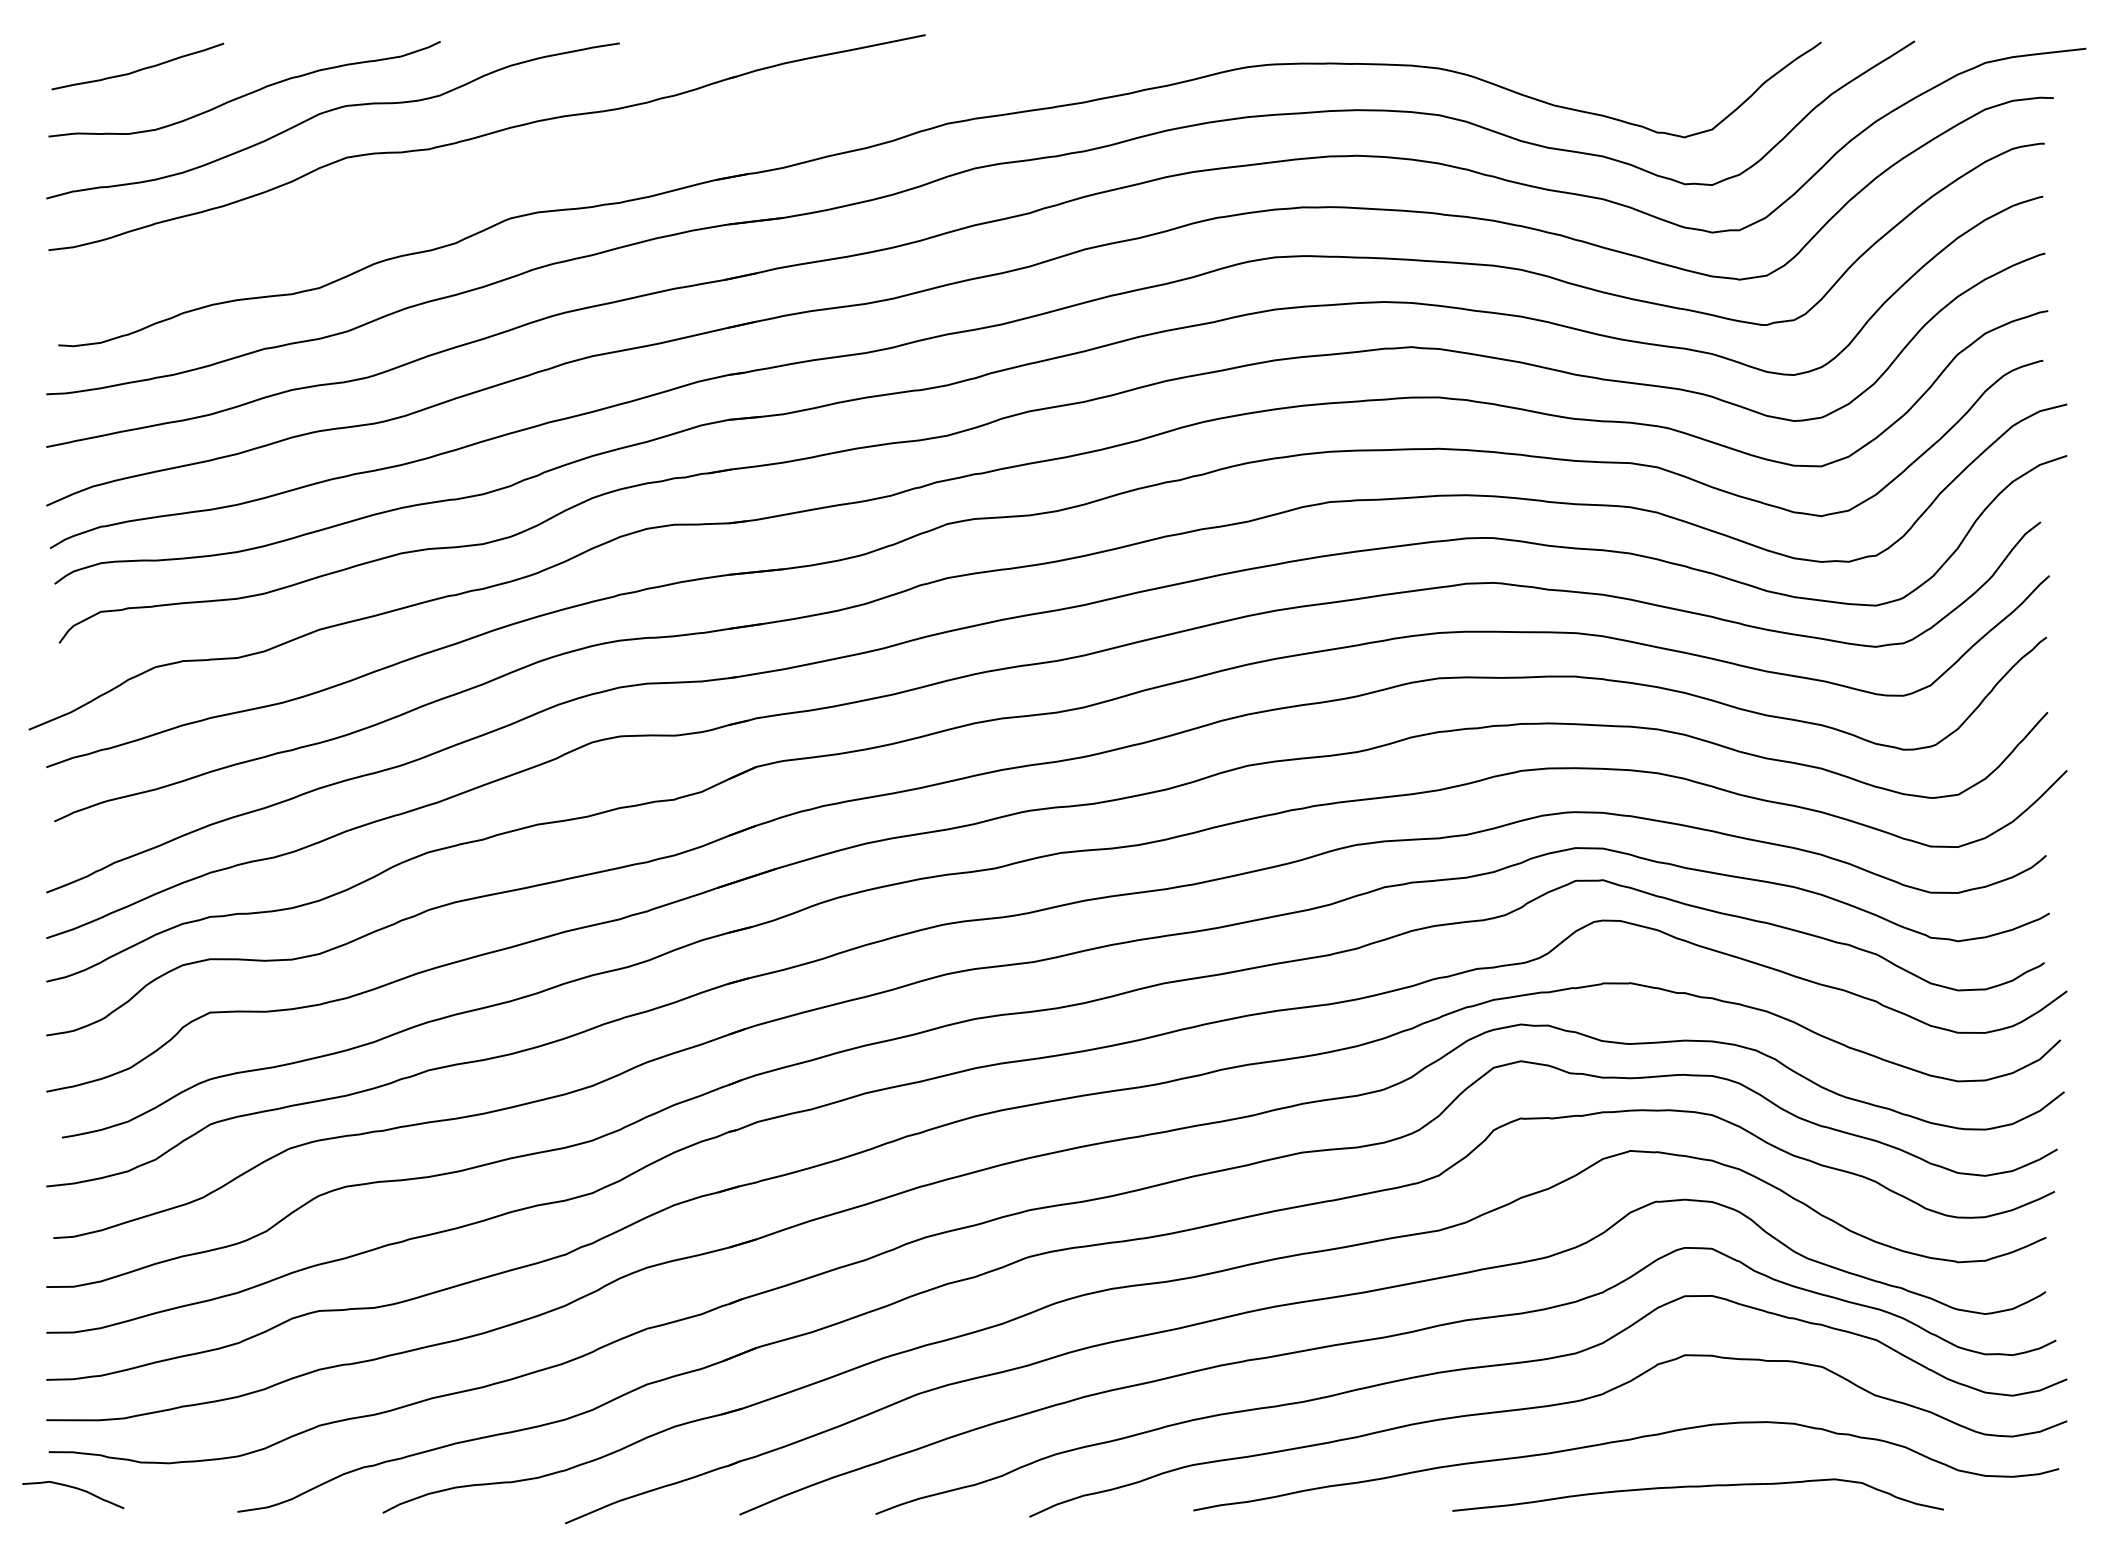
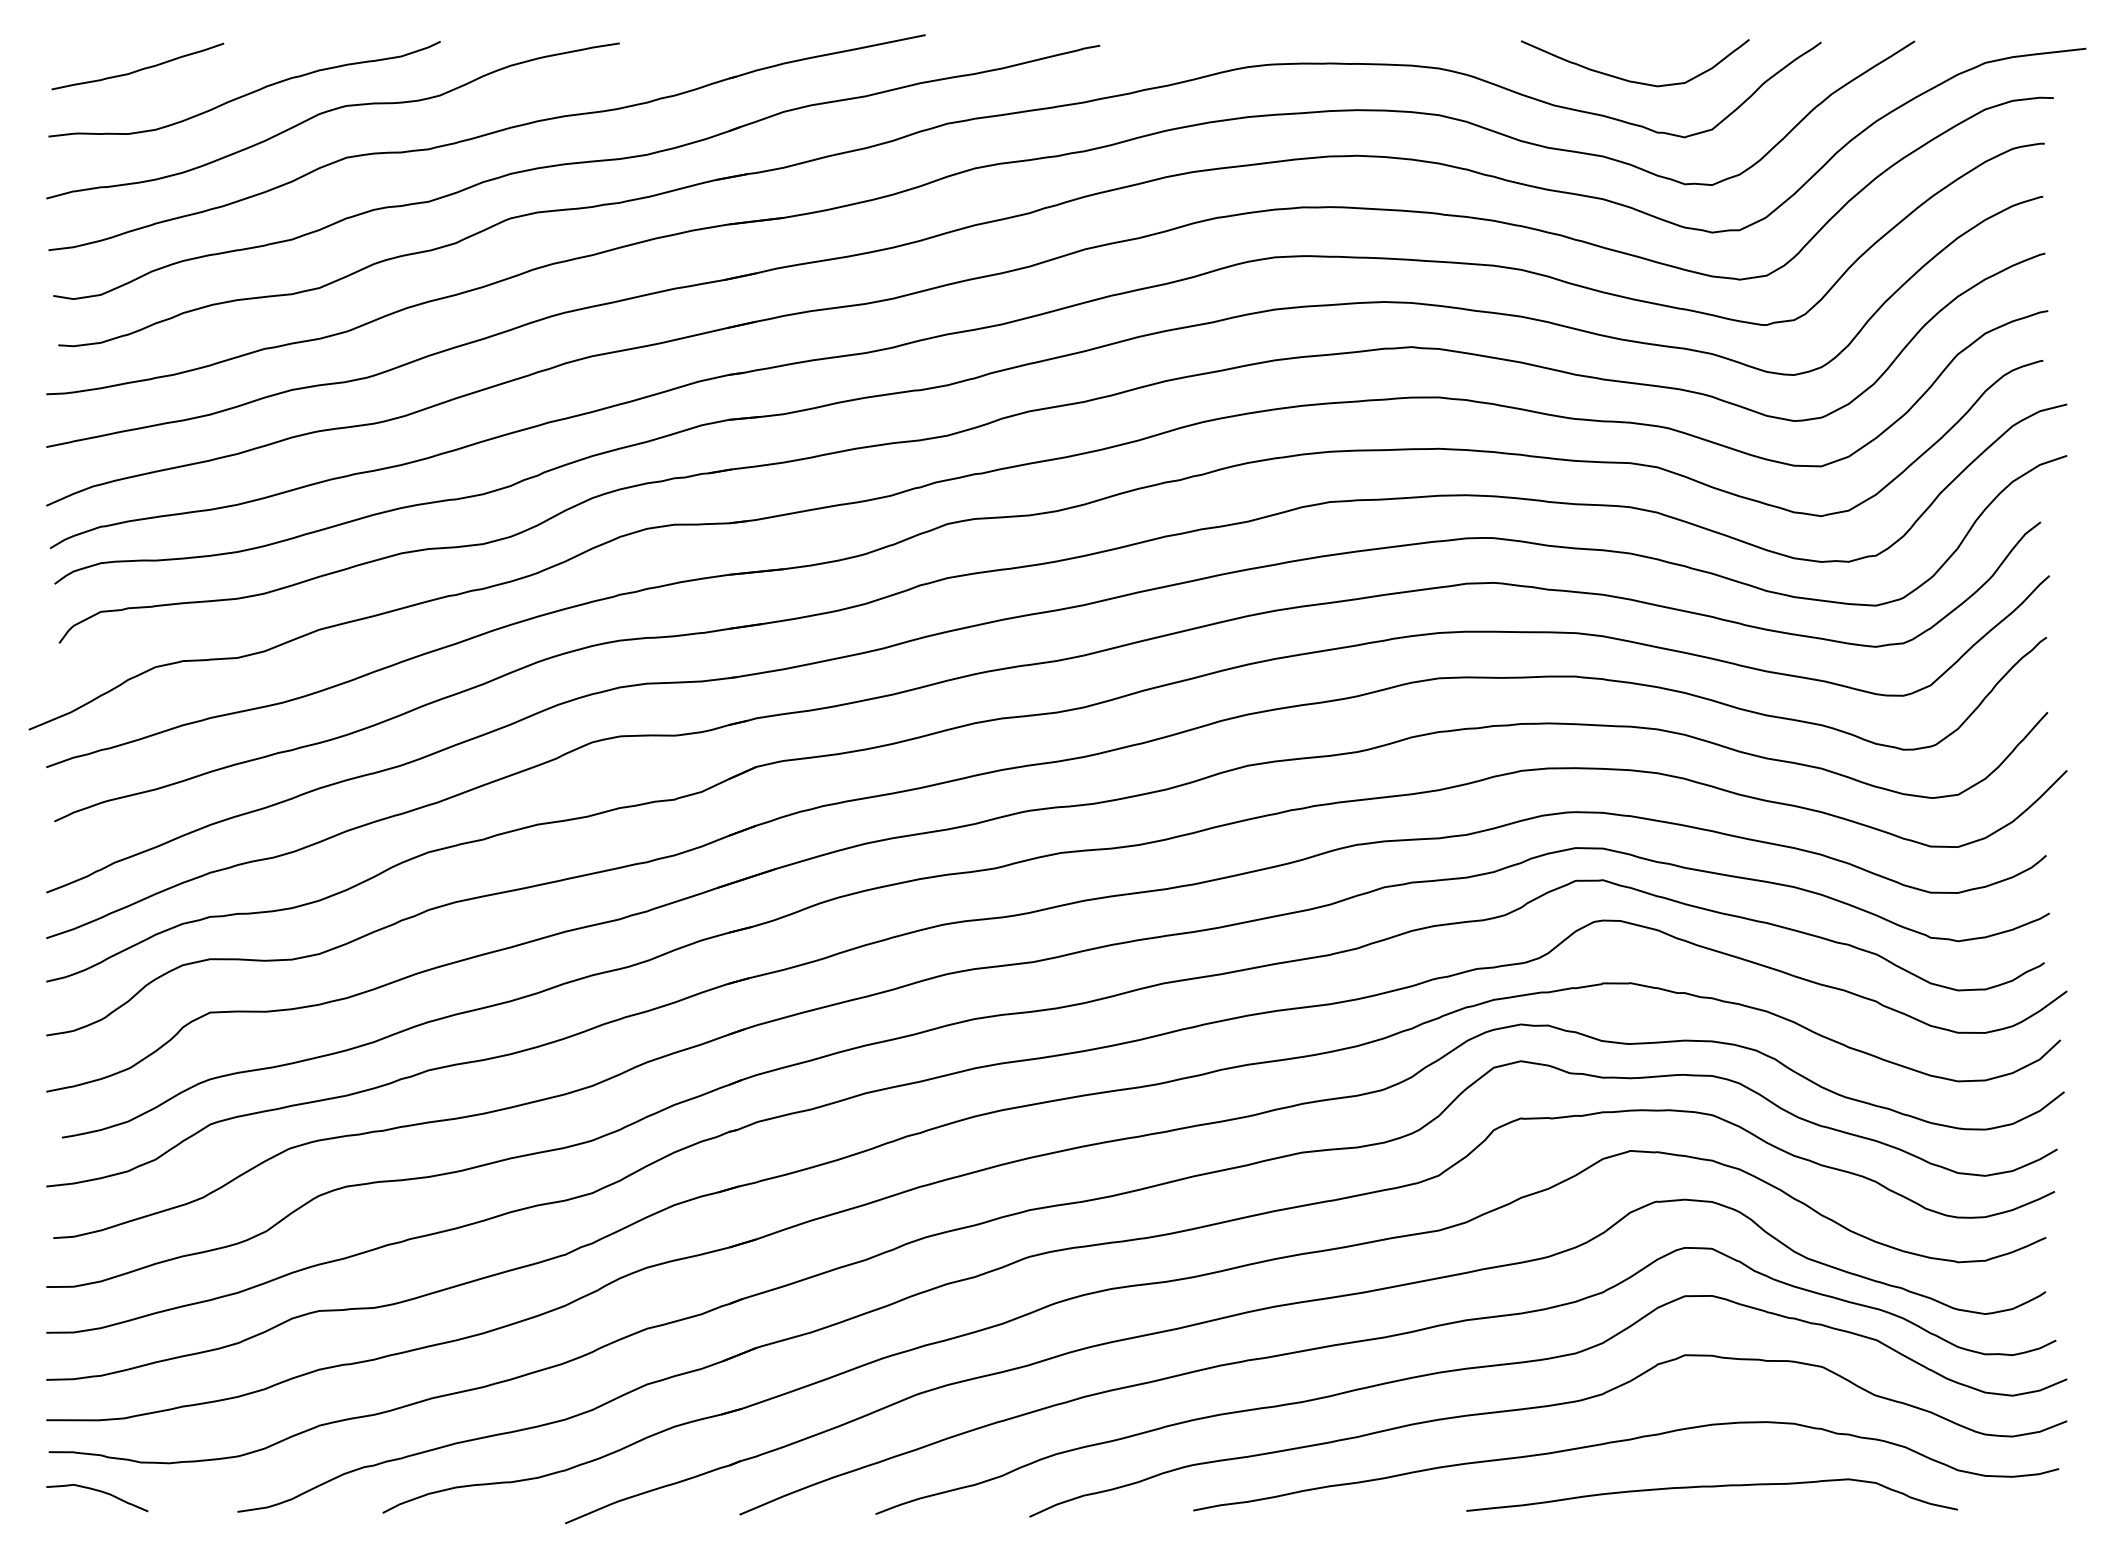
curve at (1631, 80): none -> present
part at (575, 164): none -> present
curve at (1697, 1487) position: (1697, 1487) -> (1711, 1487)
curve at (76, 1489) position: (76, 1489) -> (100, 1492)
